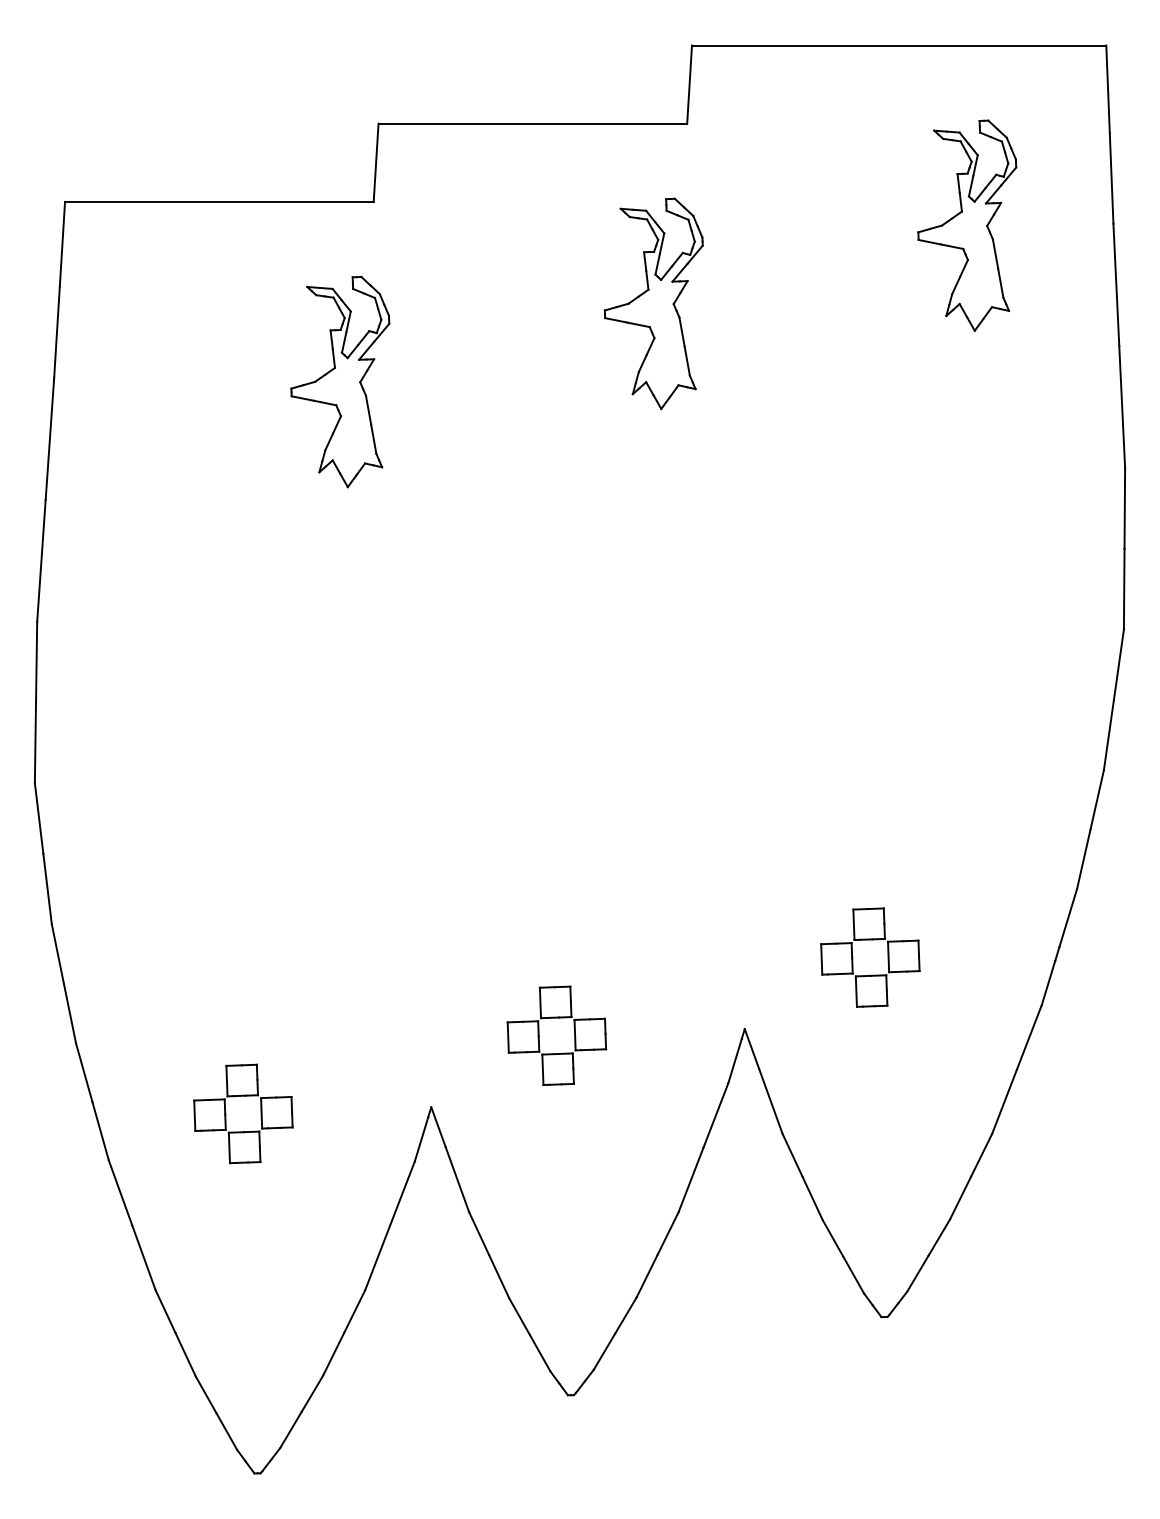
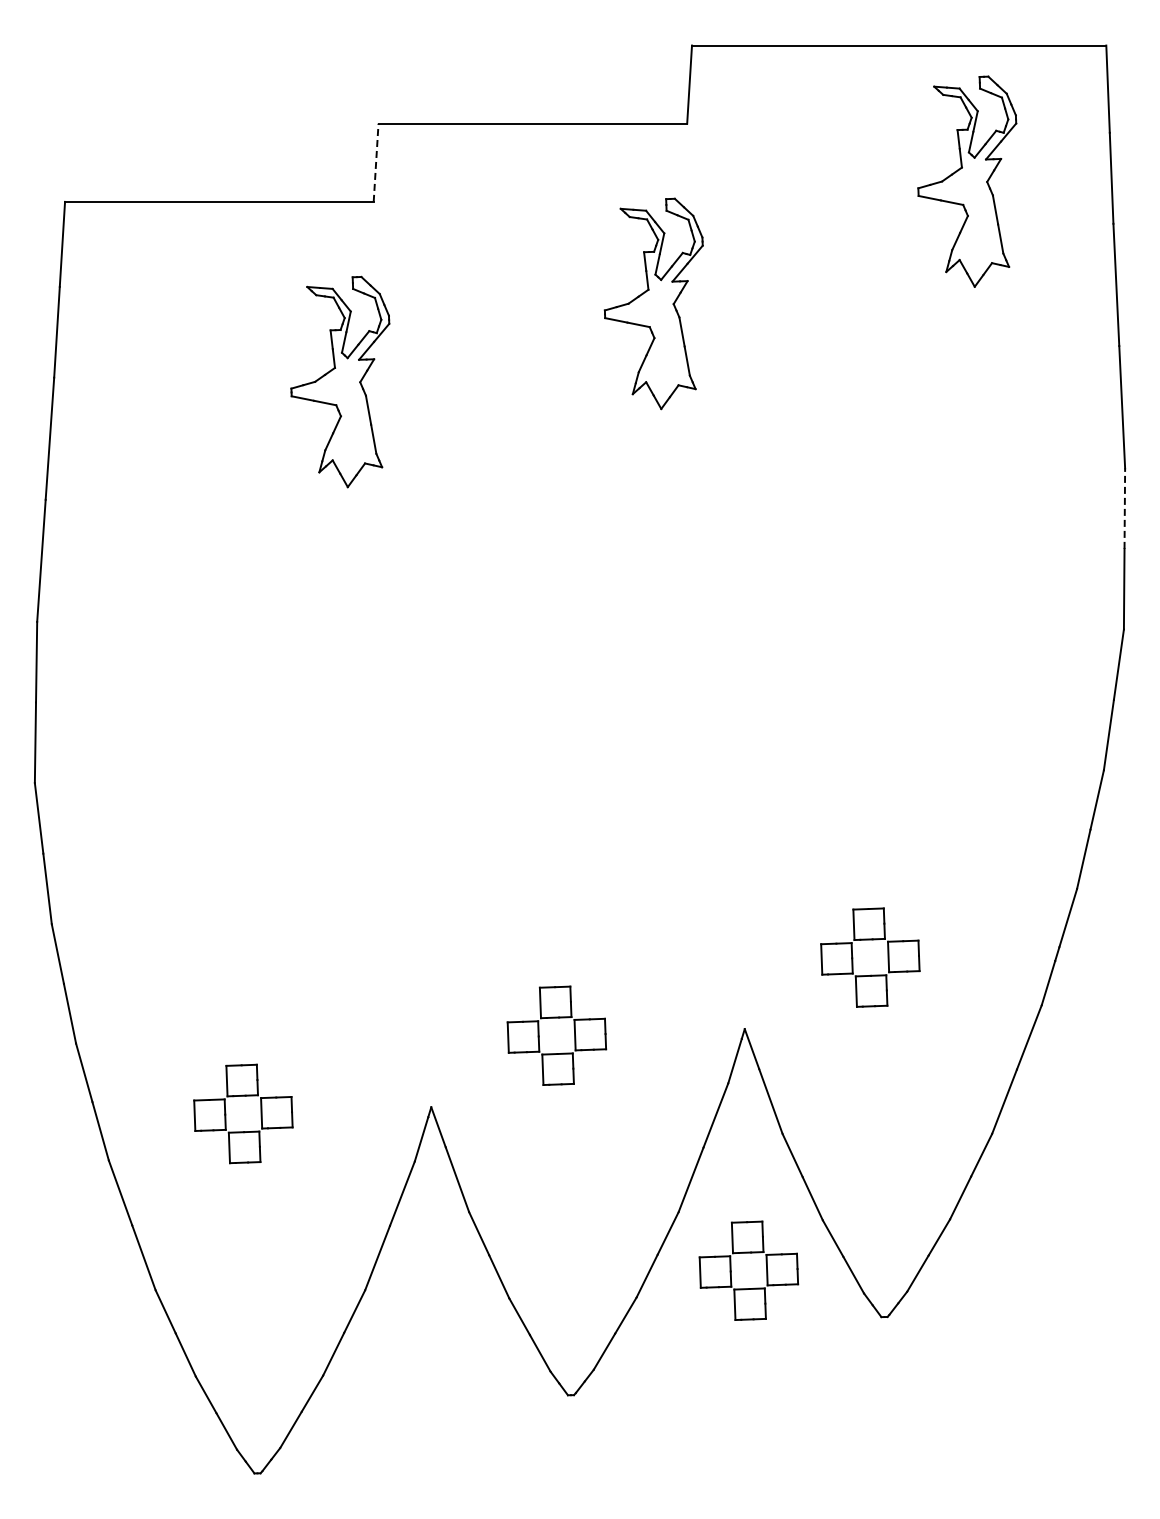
line at (376, 162): solid -> dashed
part at (967, 225) position: (967, 225) -> (967, 181)
line at (1124, 508): solid -> dashed
part at (748, 1253): none -> present
